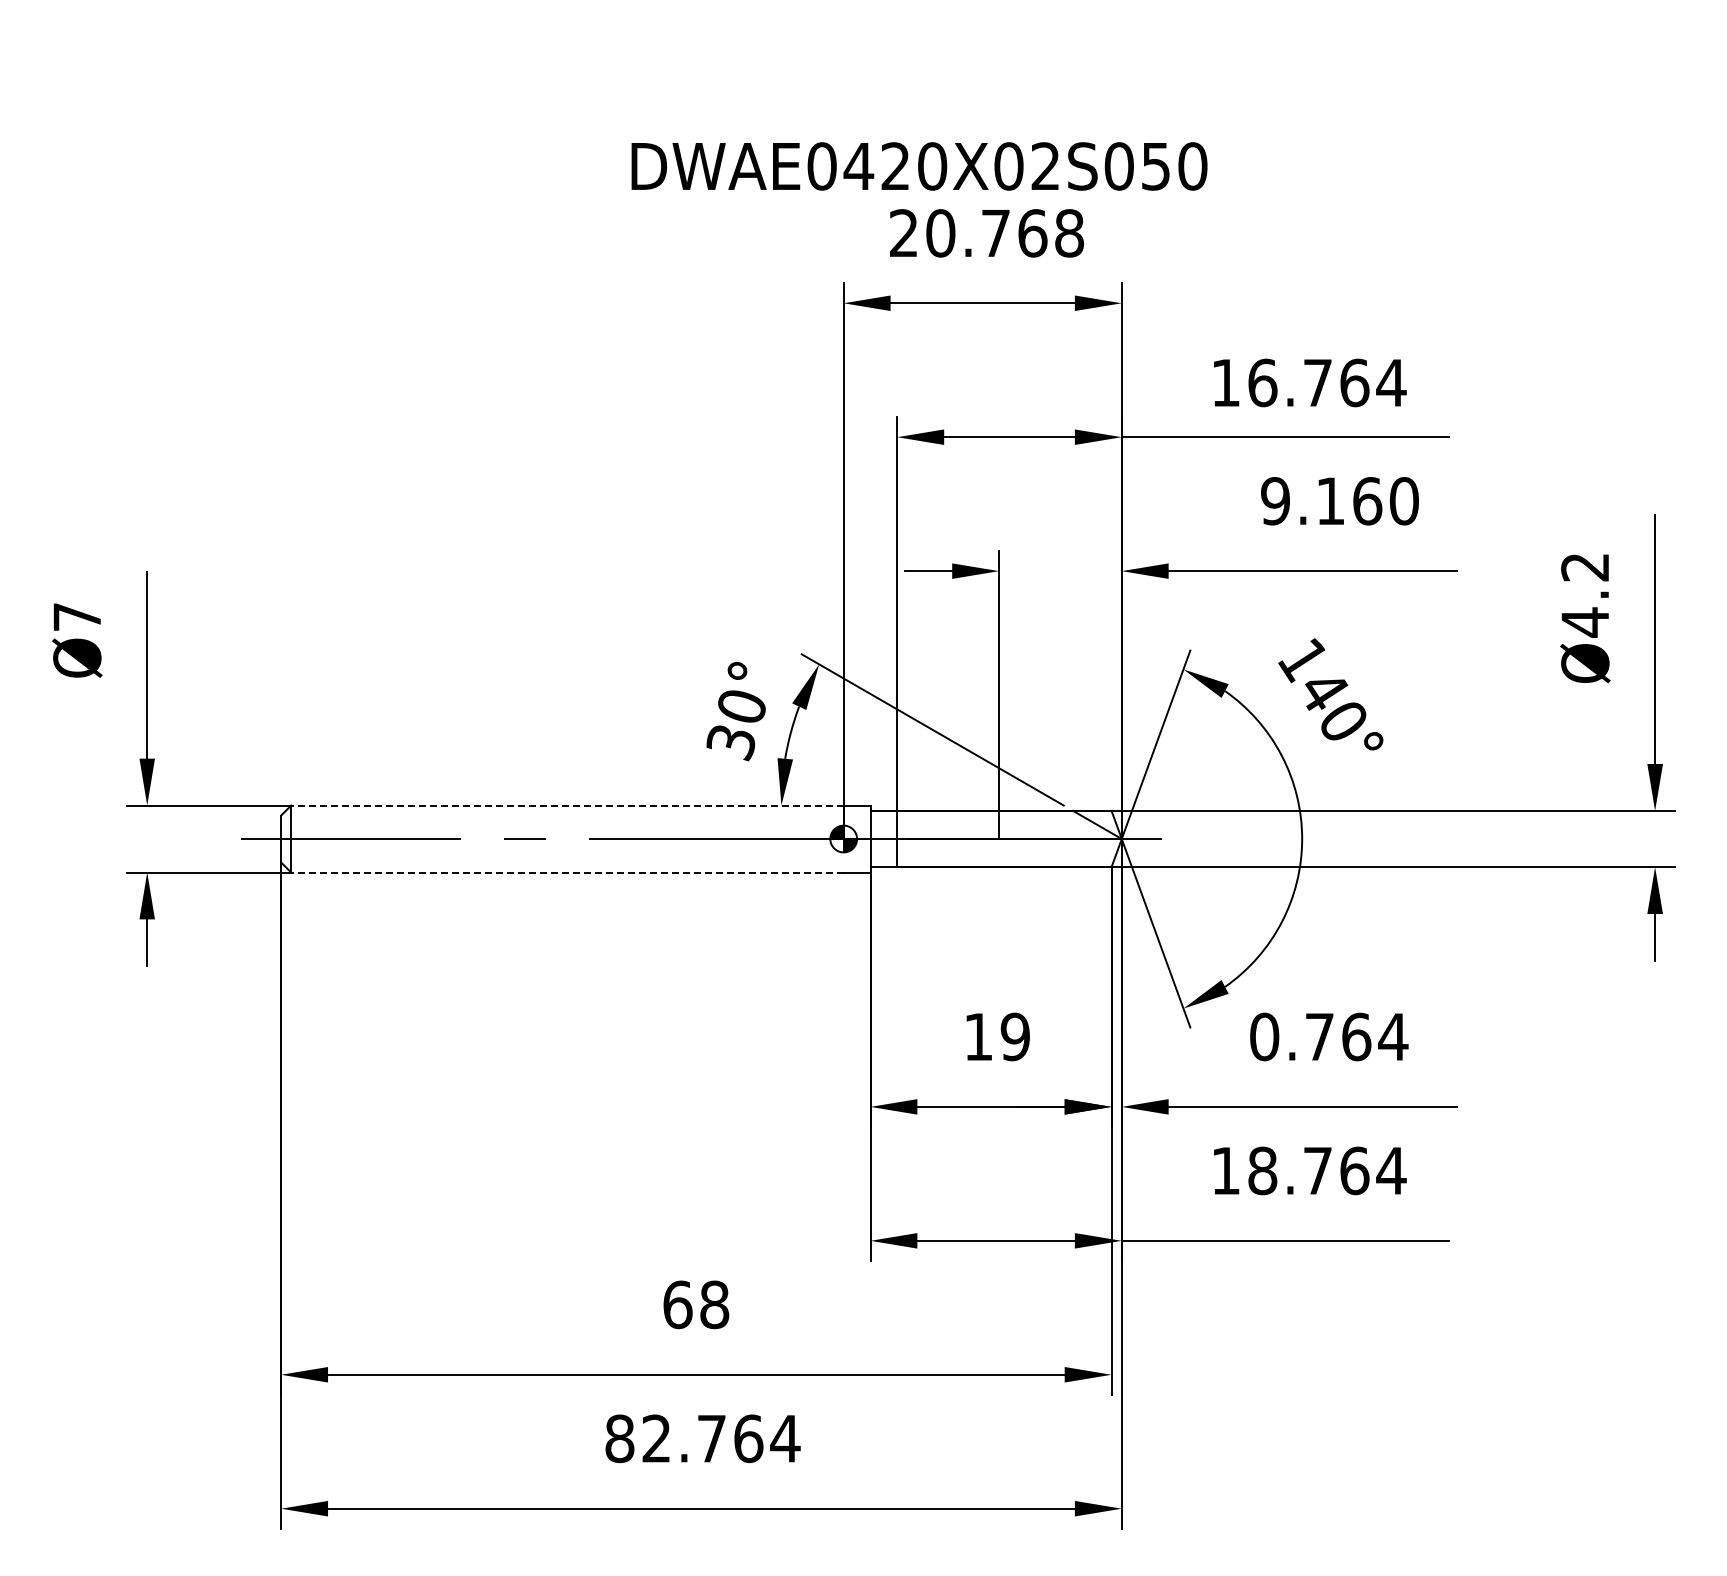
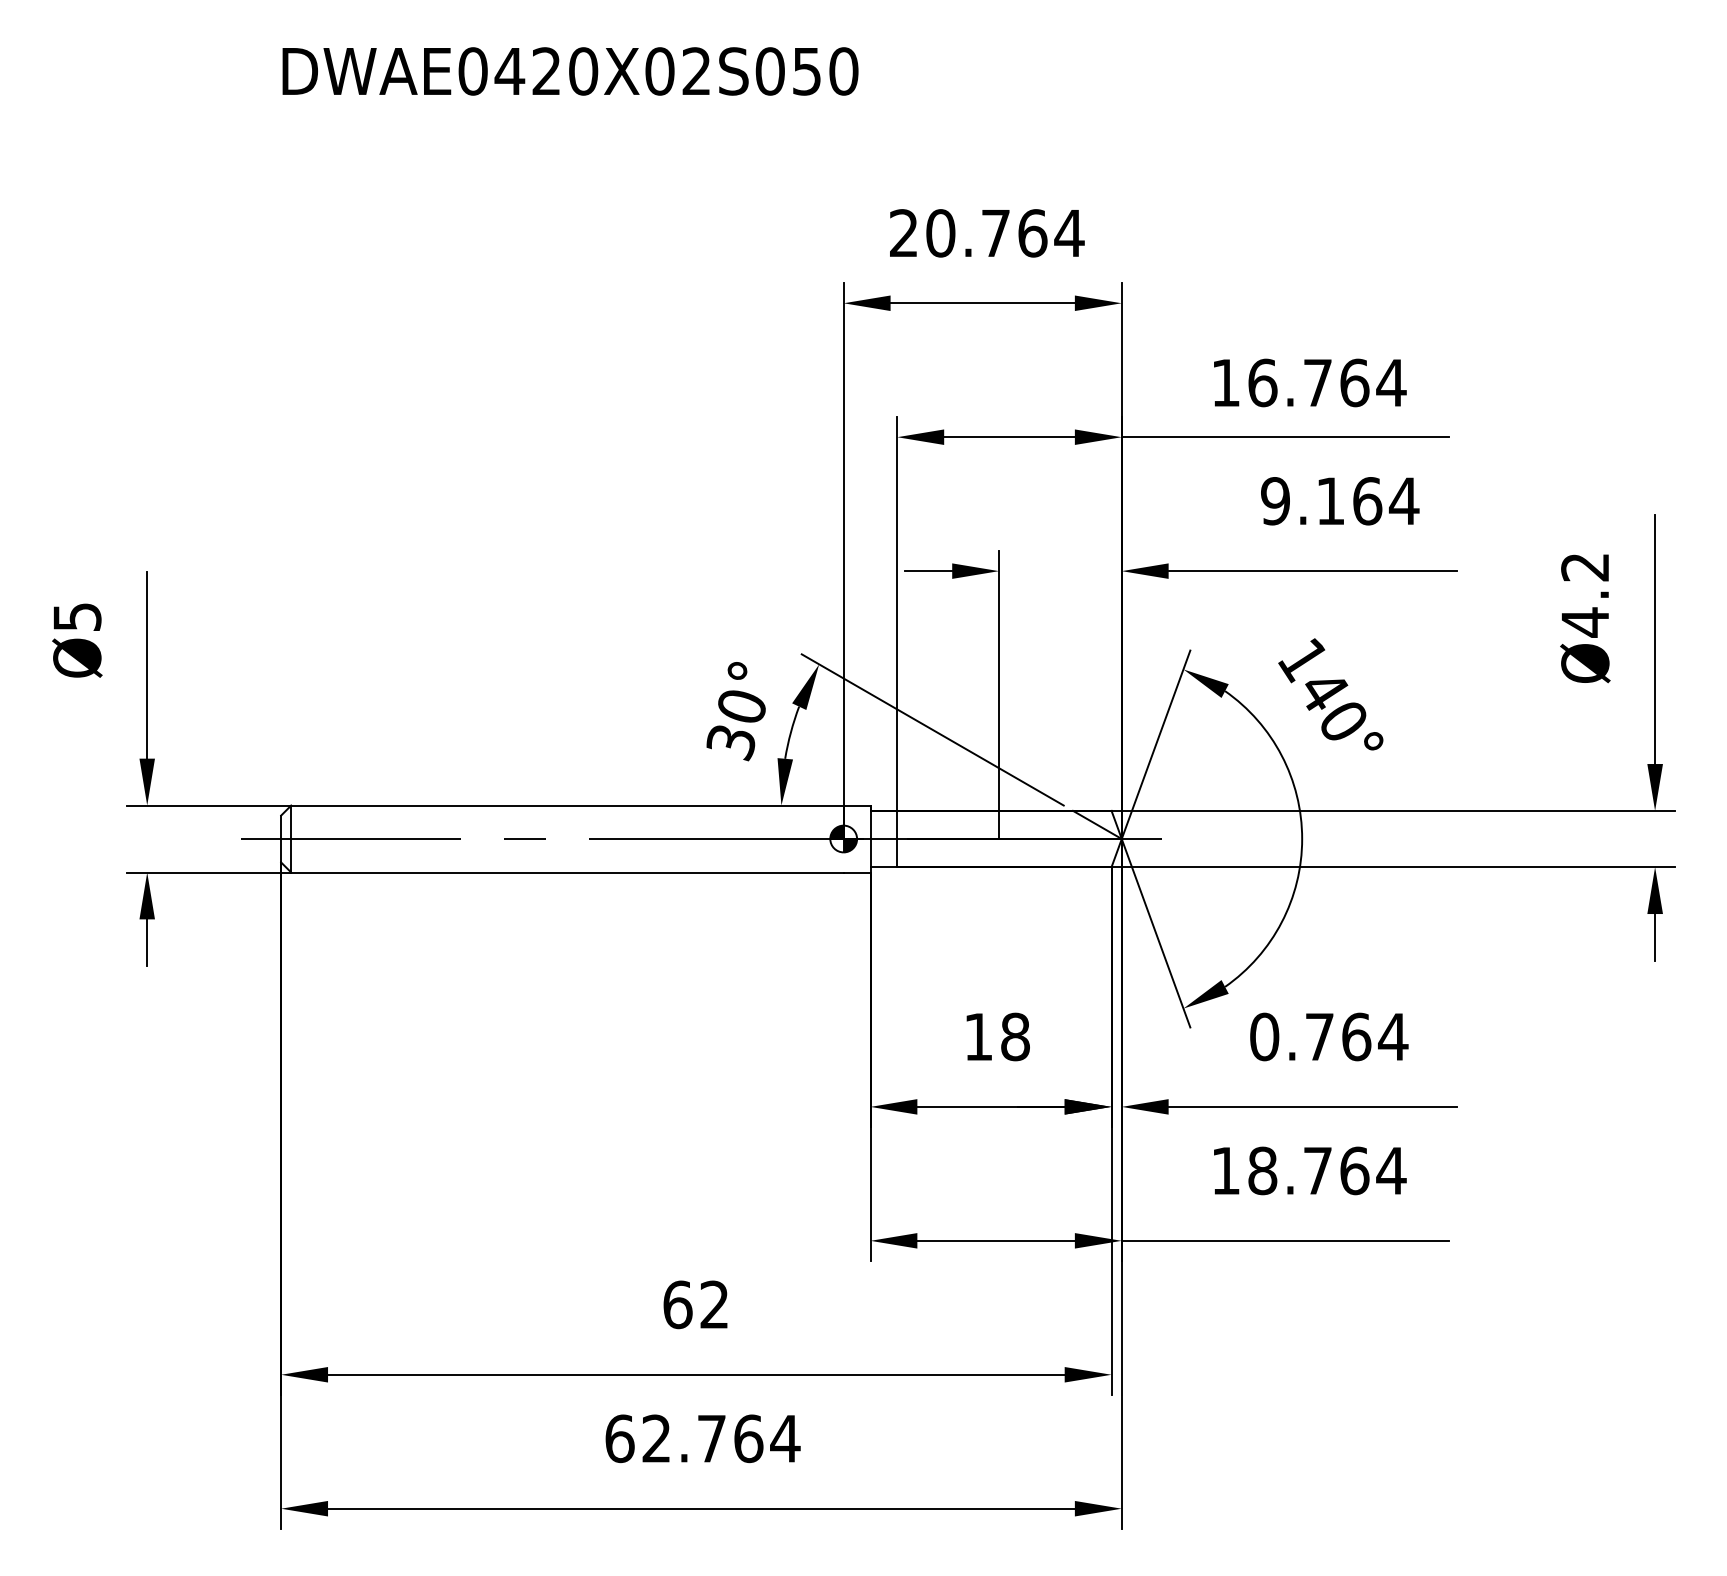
text at (919, 166) position: (919, 166) -> (570, 71)
text at (1069, 233): 20.768 -> 20.764
text at (1403, 501): 9.160 -> 9.164
text at (77, 616): Ø7 -> Ø5
line at (566, 805): dashed -> solid
line at (566, 872): dashed -> solid
text at (1014, 1036): 19 -> 18
text at (714, 1304): 68 -> 62
text at (619, 1438): 82.764 -> 62.764
